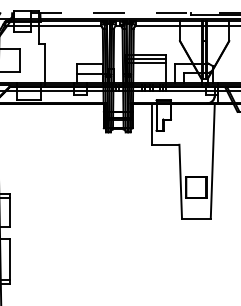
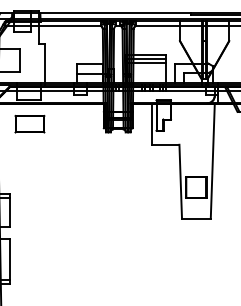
line at (120, 13): dashed -> solid
part at (29, 123): none -> present
